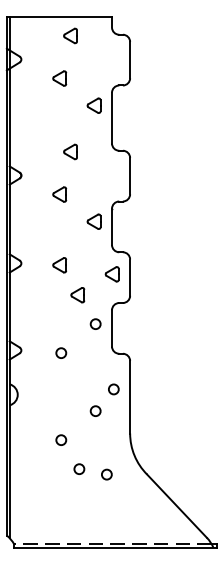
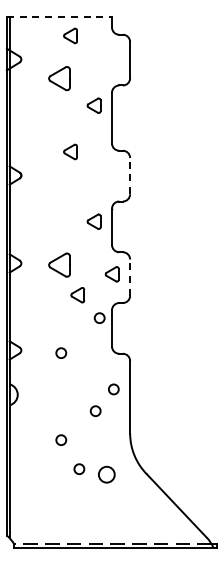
line at (59, 16): solid -> dashed
part at (59, 78) size: 16x17 px -> 23x26 px
line at (130, 175): solid -> dashed
part at (59, 194): present -> none
part at (59, 265) size: 16x17 px -> 23x26 px
line at (130, 277): solid -> dashed
circle at (95, 323) position: (95, 323) -> (99, 317)
circle at (106, 474) size: 12x13 px -> 18x19 px
